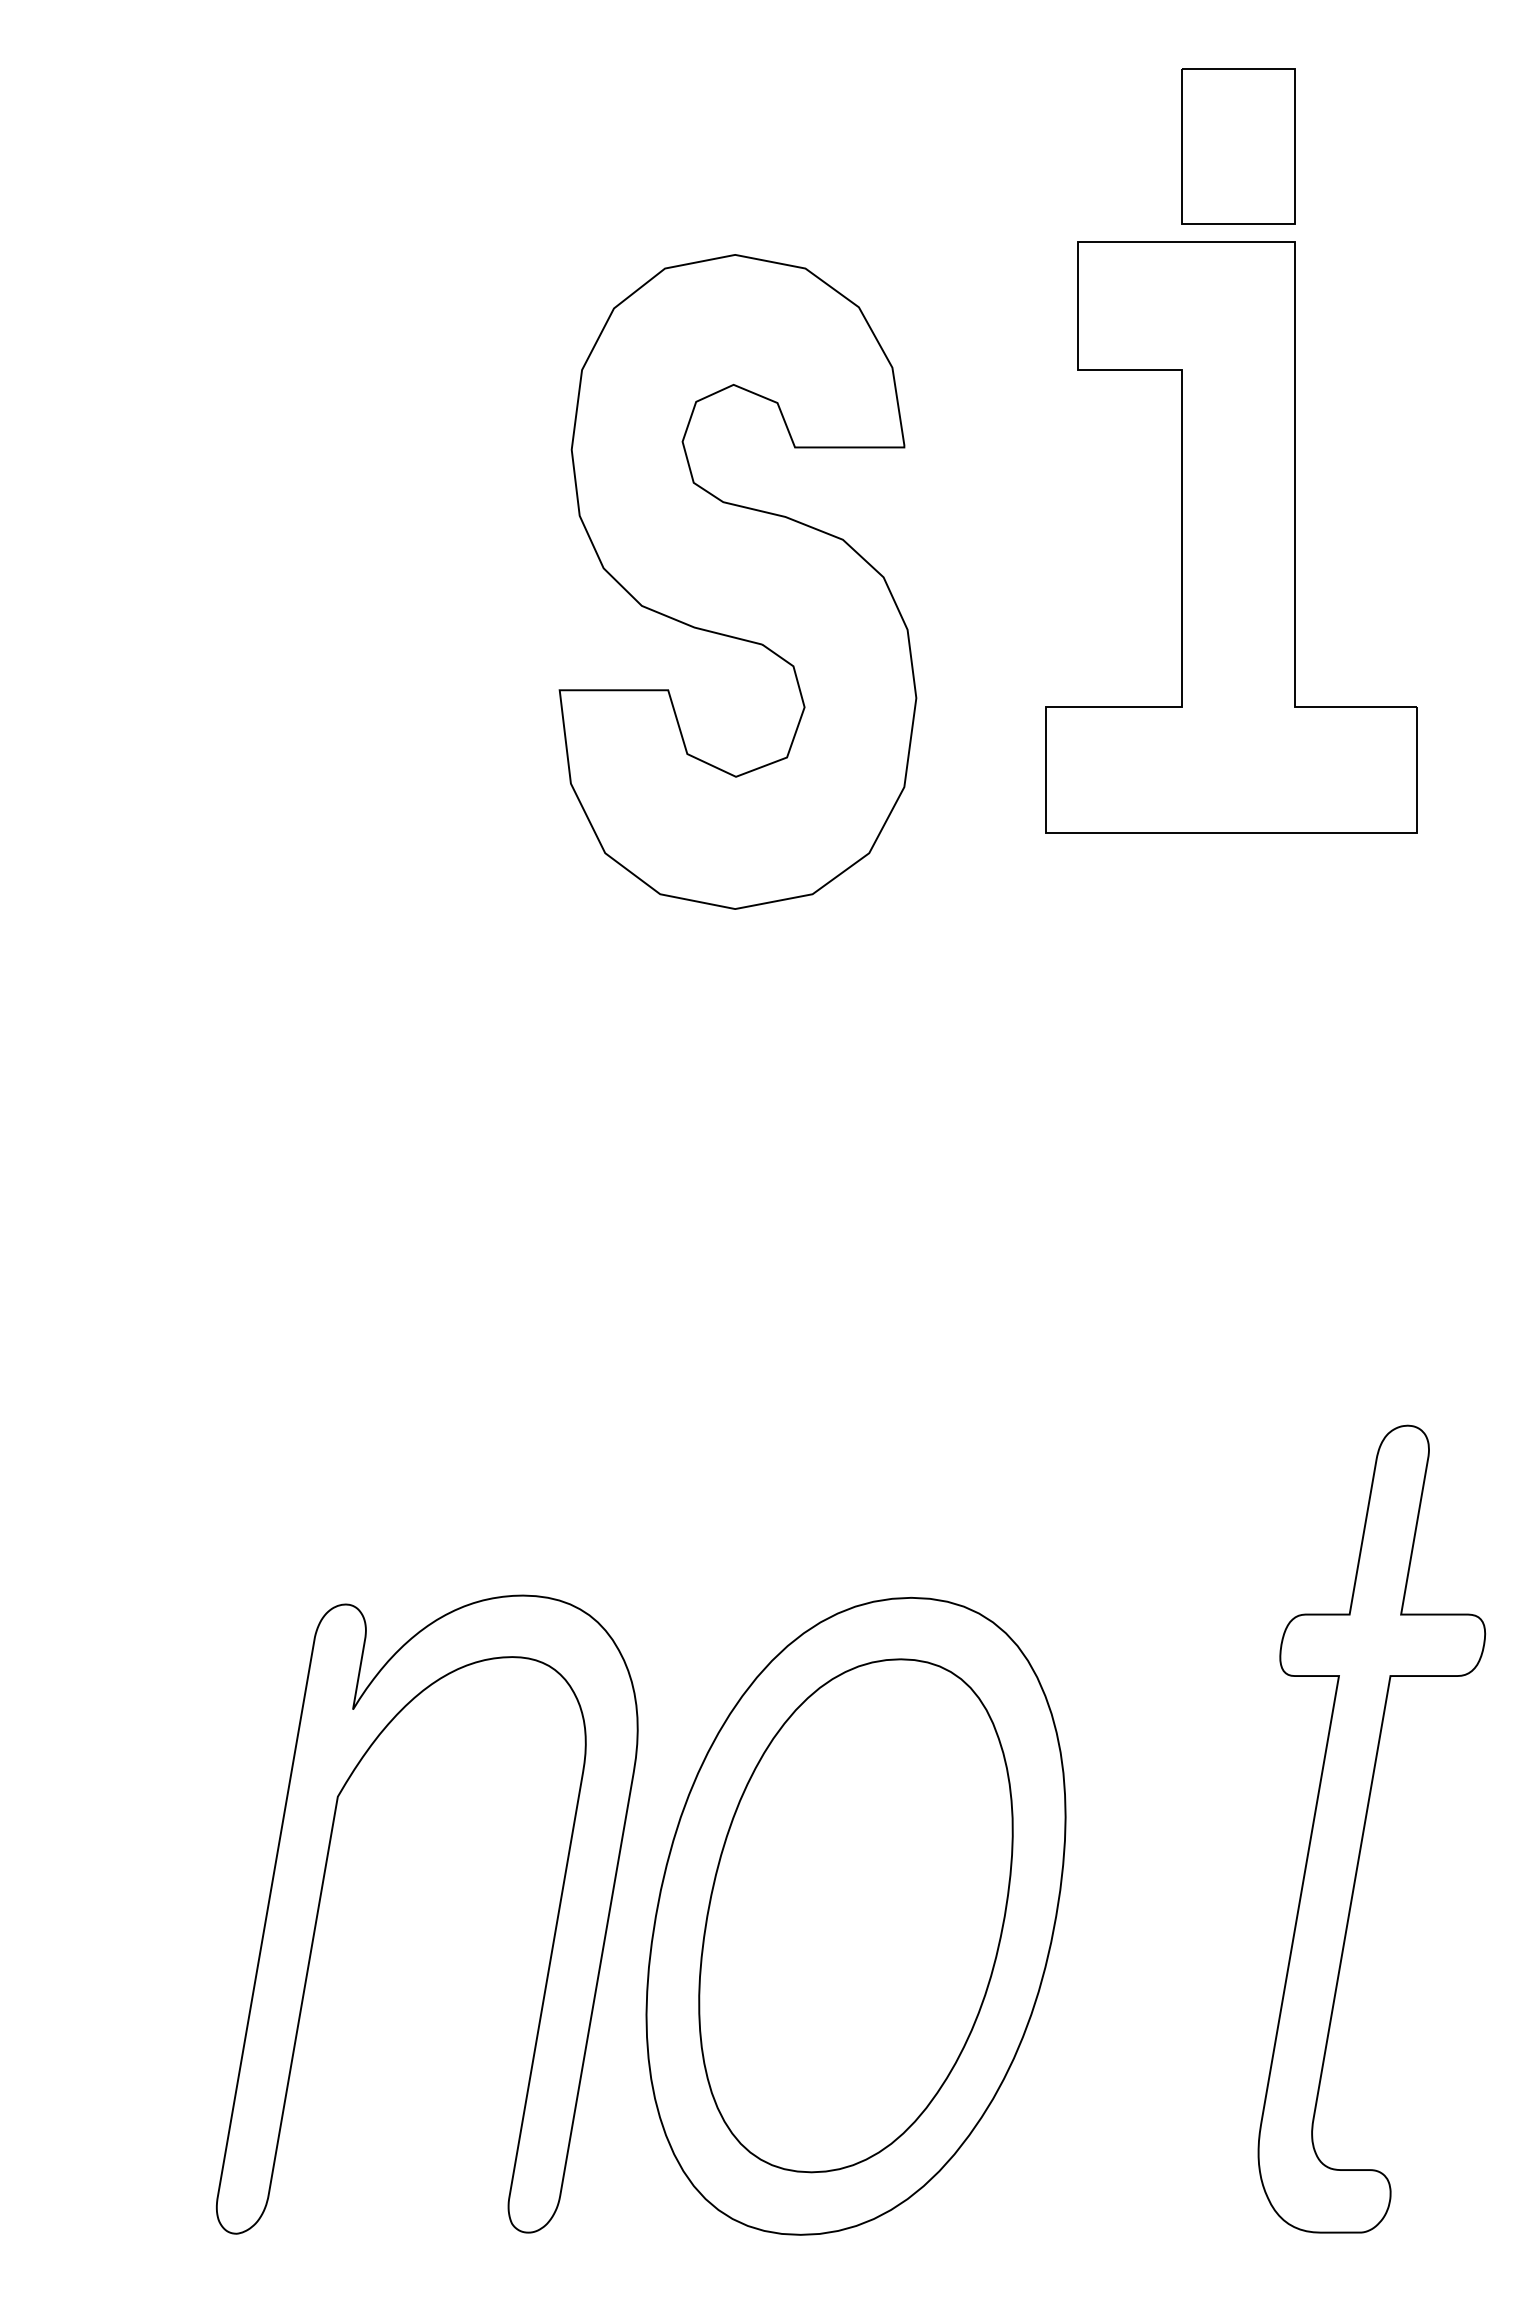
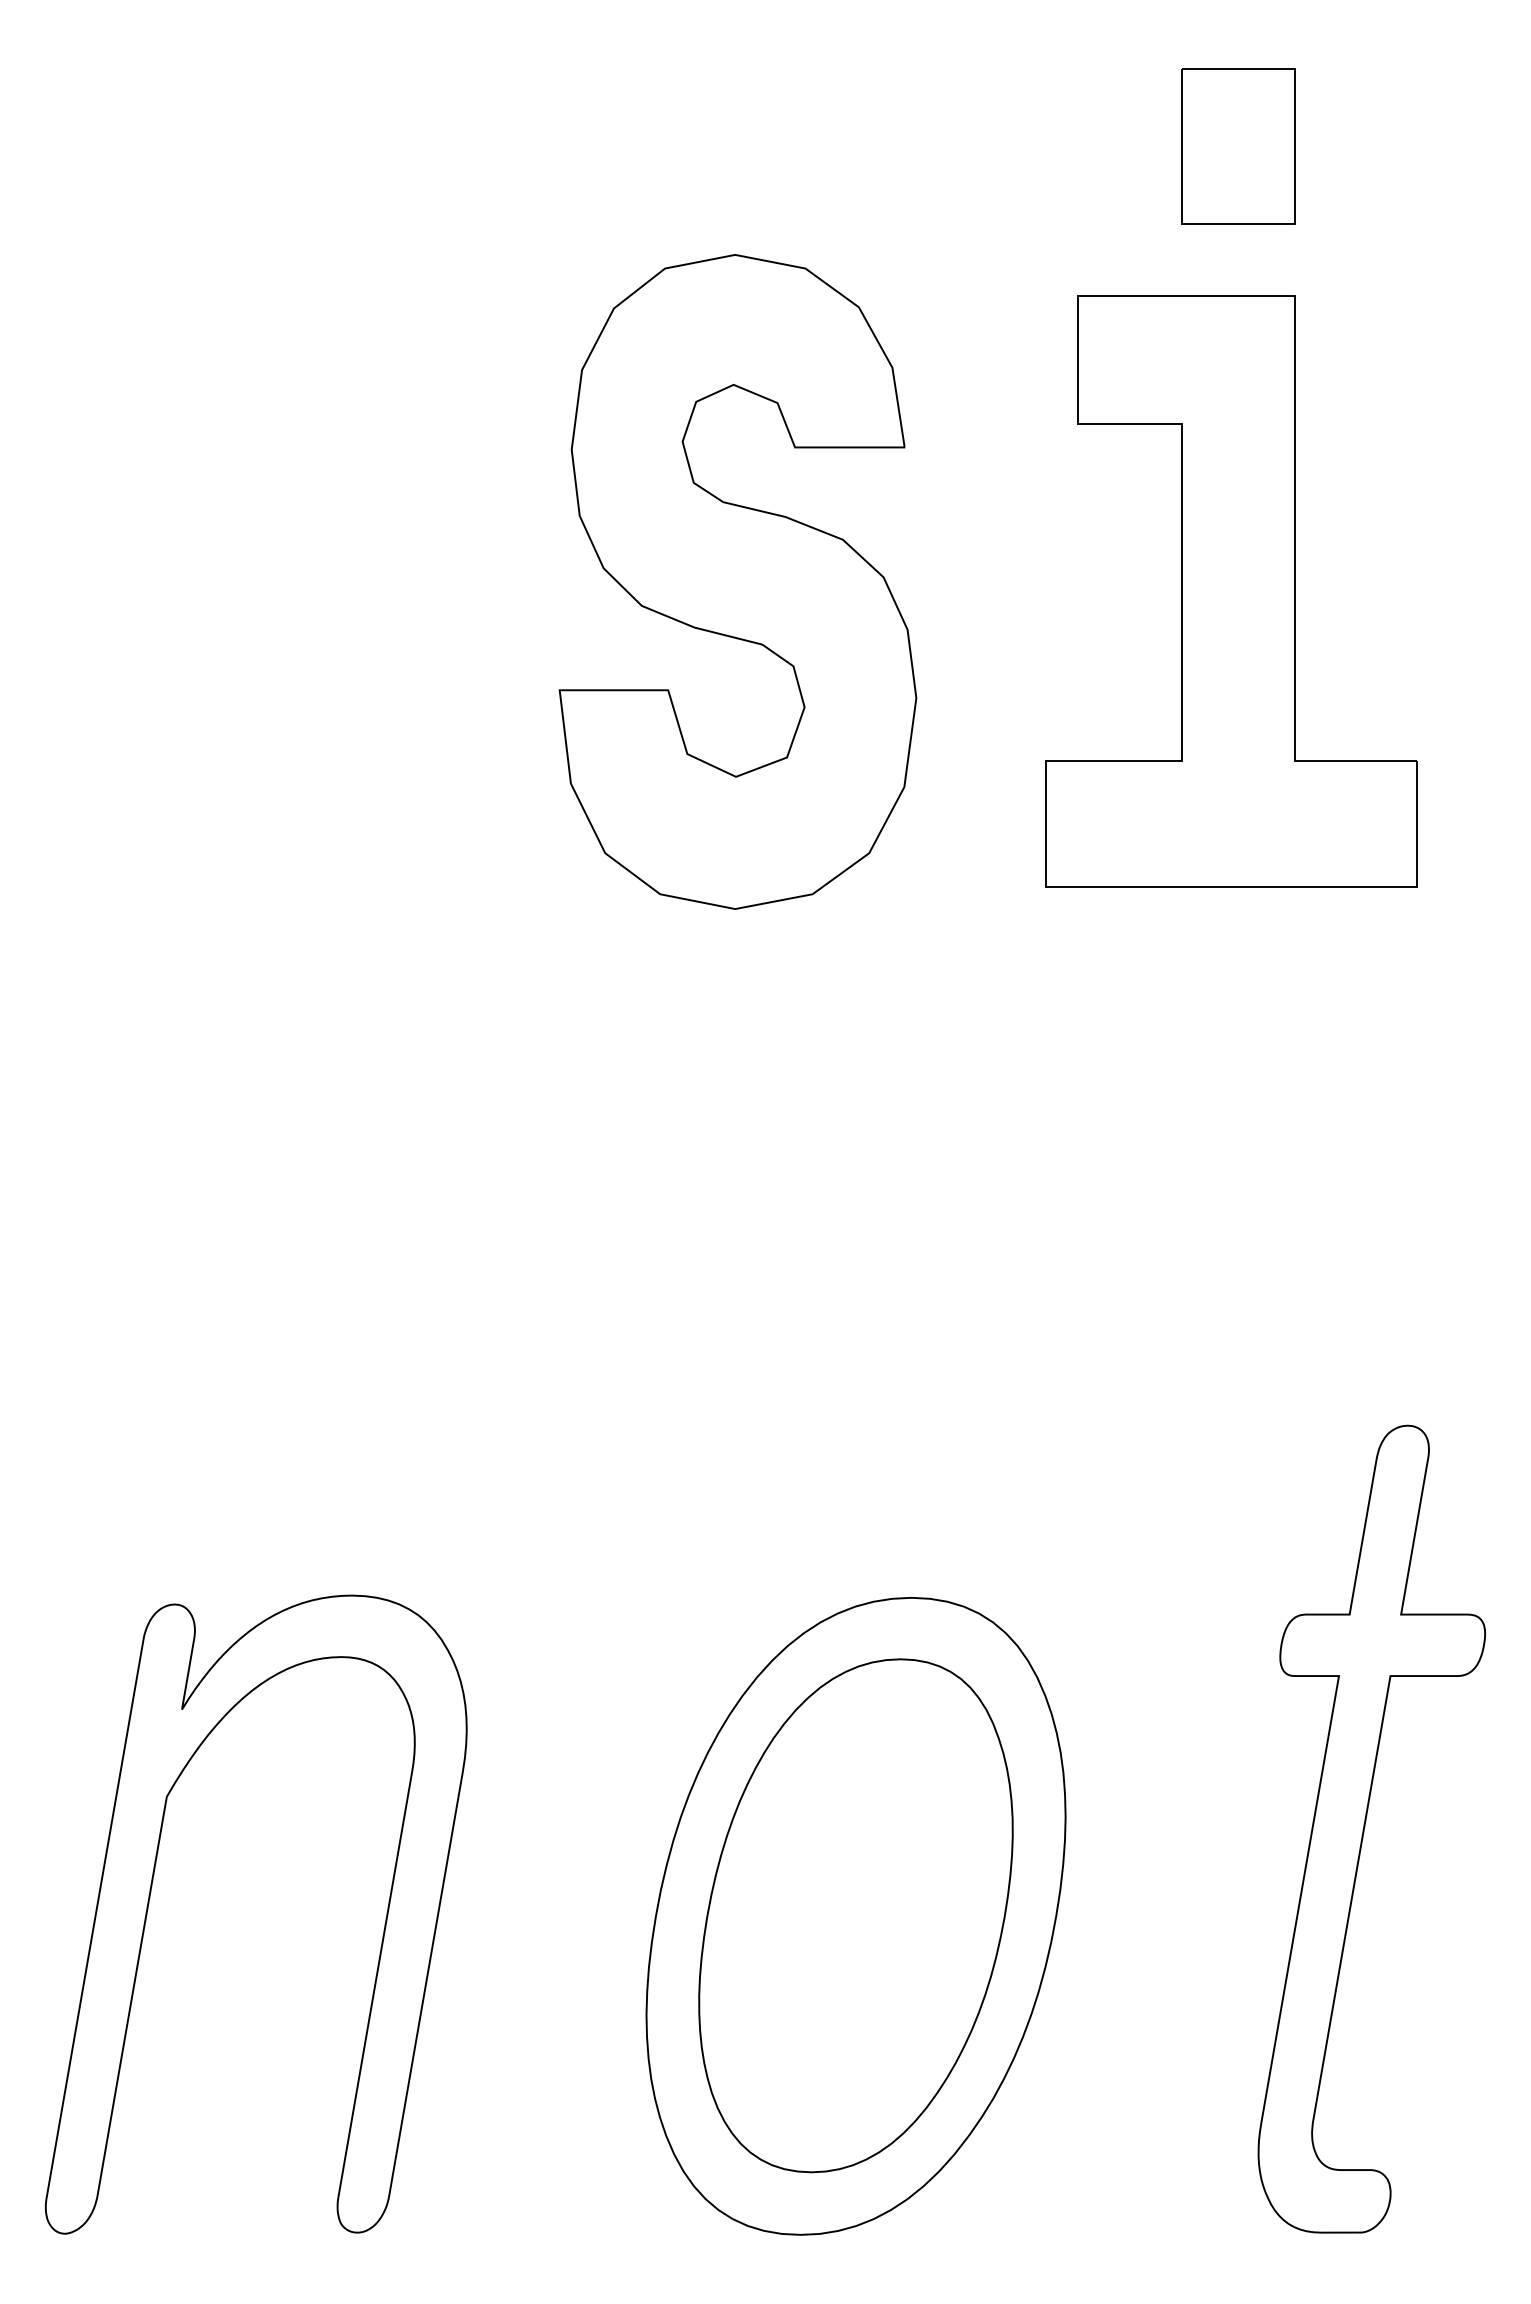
part at (1231, 537) position: (1231, 537) -> (1231, 591)
part at (321, 1898) position: (321, 1898) -> (150, 1898)
